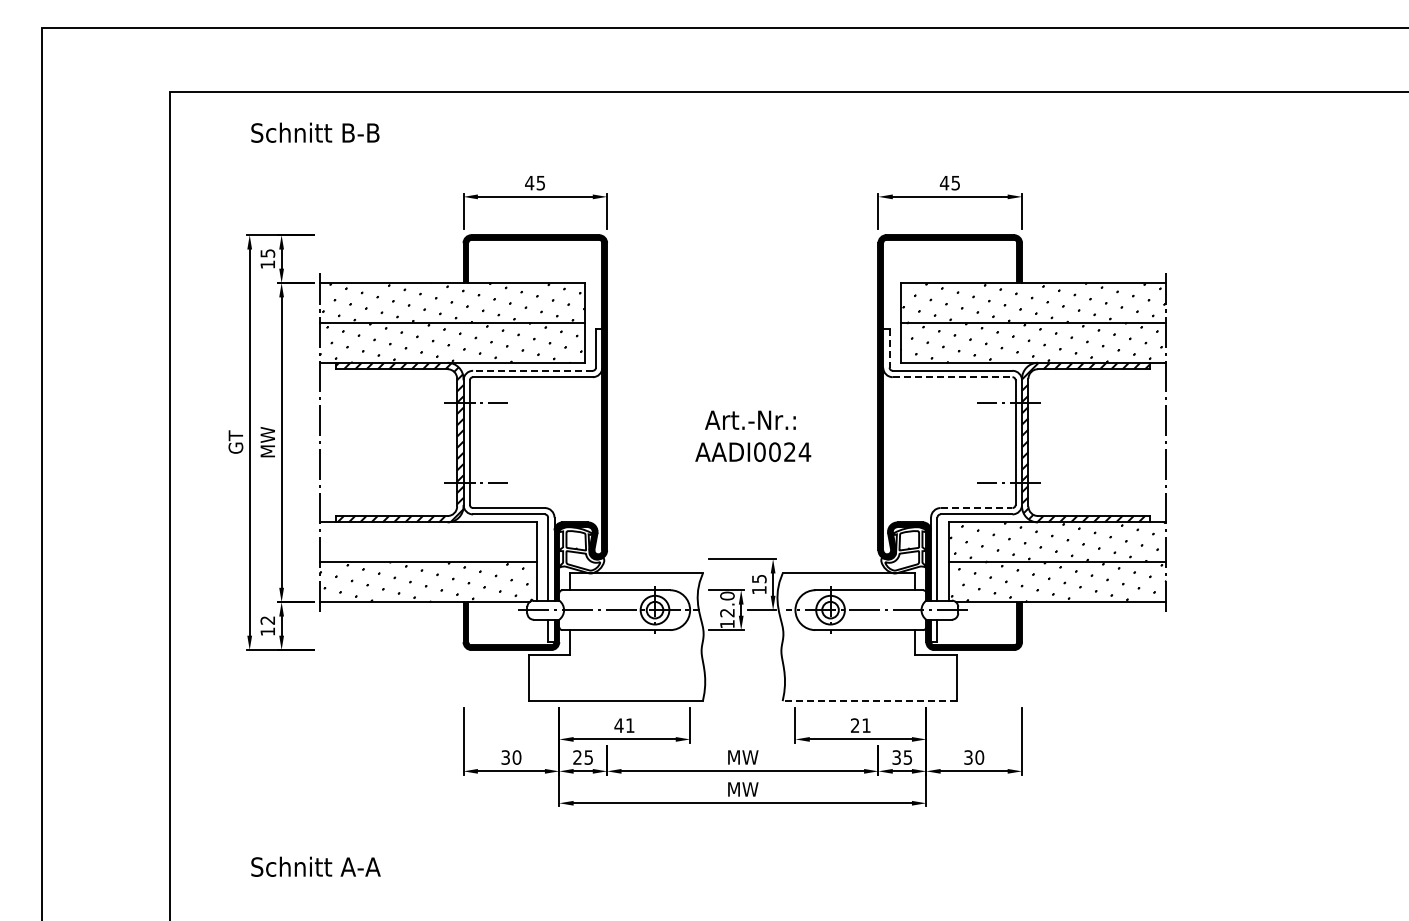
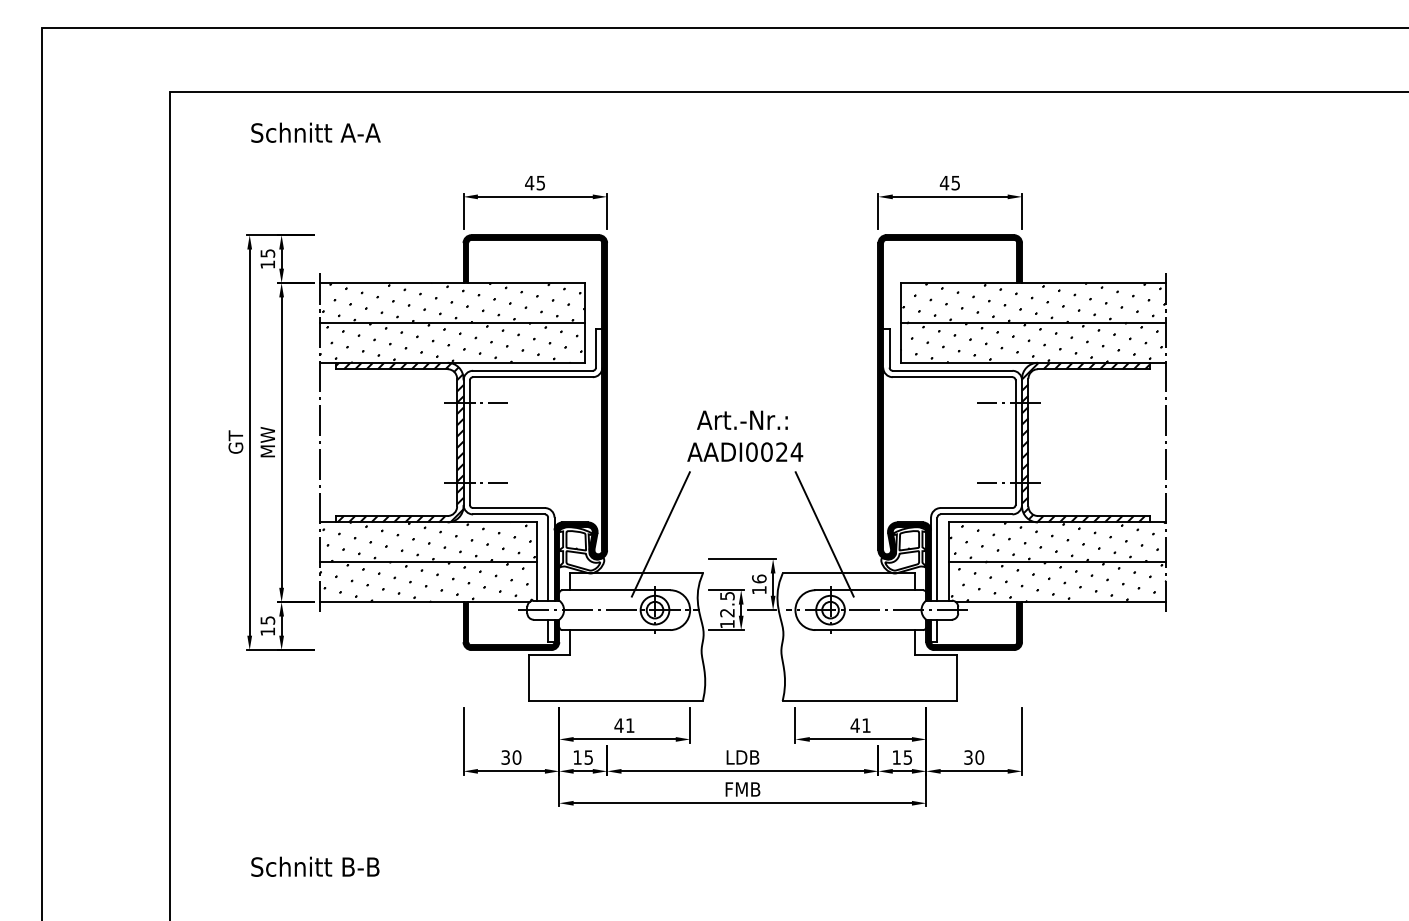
text at (360, 132): Schnitt B-B -> Schnitt A-A
line at (889, 348): dashed -> solid
line at (532, 370): dashed -> solid
line at (952, 377): dashed -> solid
text at (753, 435) position: (753, 435) -> (745, 435)
line at (976, 508): dashed -> solid
line at (660, 534): none -> present
line at (824, 534): none -> present
hatch at (428, 542): none -> present
text at (759, 578): 15 -> 16
text at (727, 595): 12.0 -> 12.5
text at (267, 620): 12 -> 15
line at (869, 701): dashed -> solid
text at (854, 725): 21 -> 41
text at (577, 757): 25 -> 15
text at (742, 757): MW -> LDB
text at (896, 757): 35 -> 15
text at (742, 789): MW -> FMB
text at (360, 866): Schnitt A-A -> Schnitt B-B
